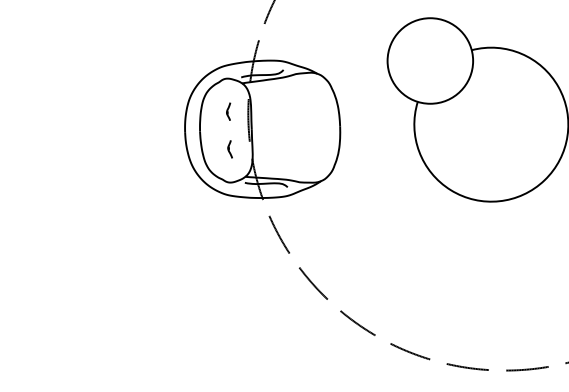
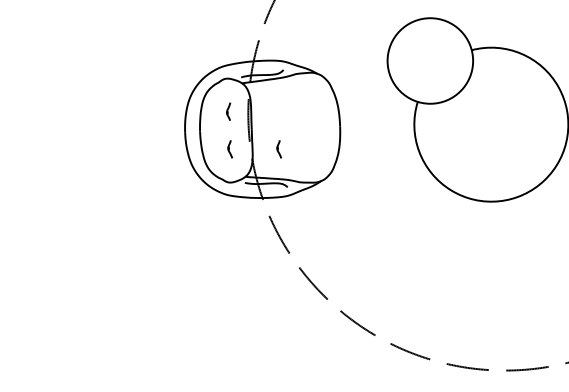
part at (278, 149): none -> present
